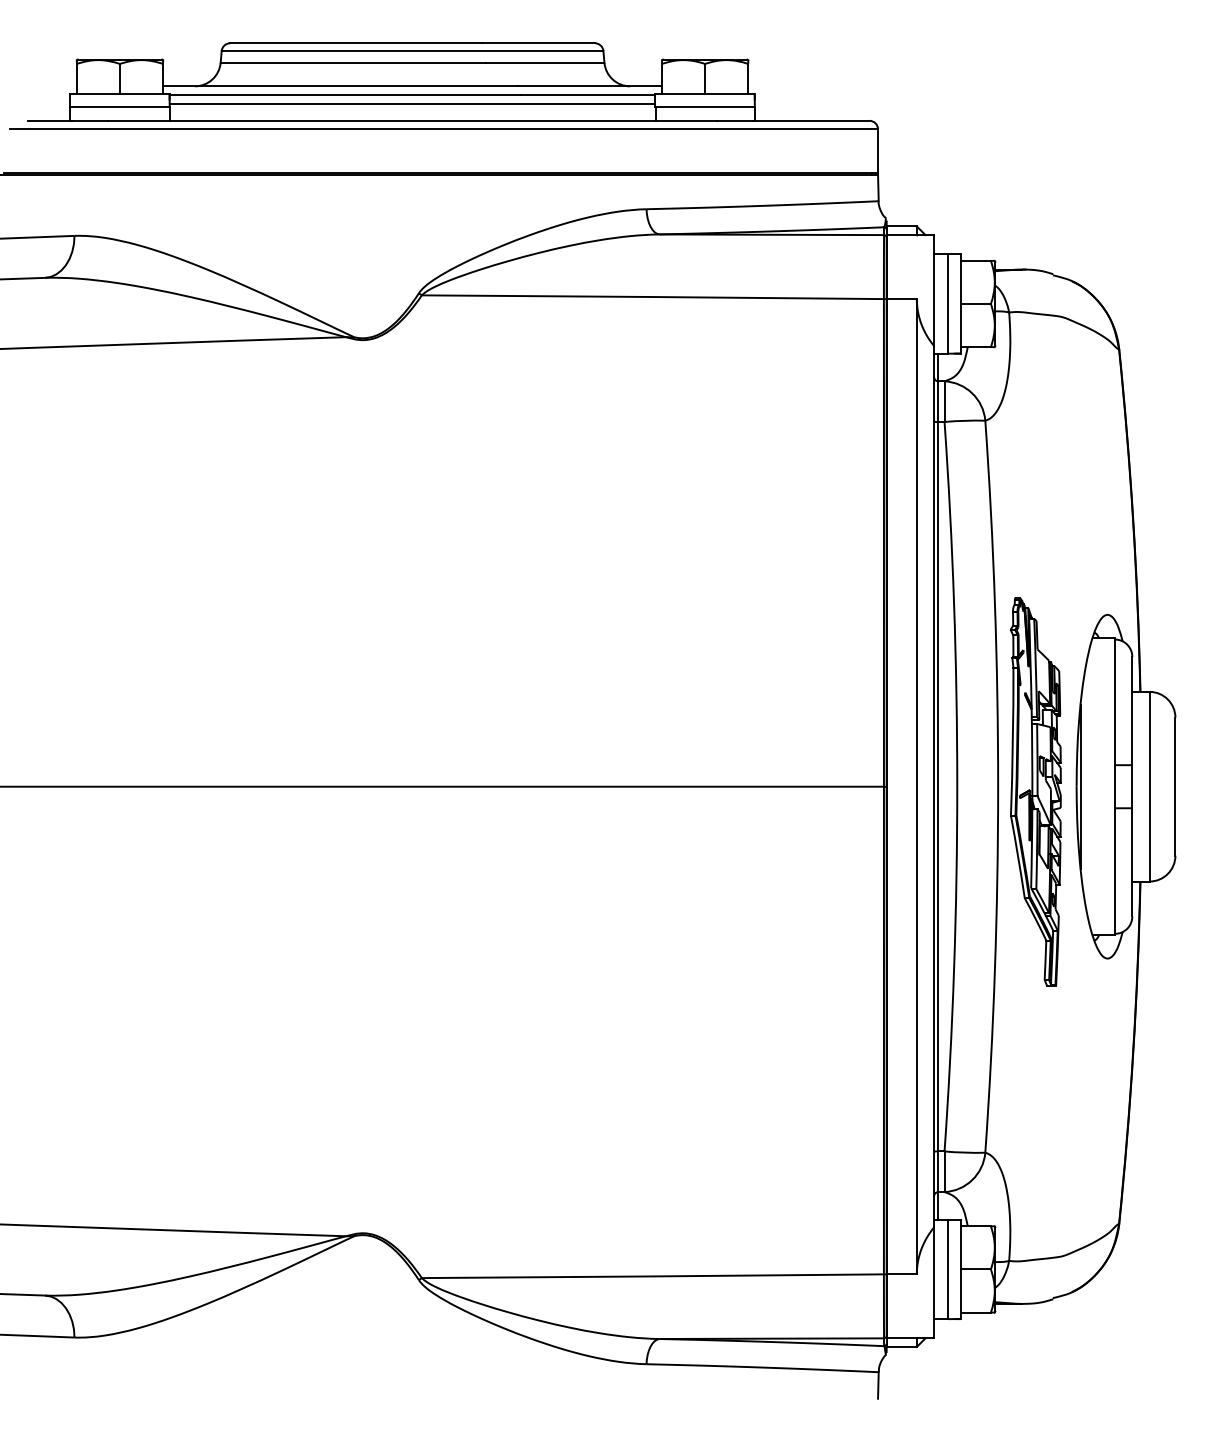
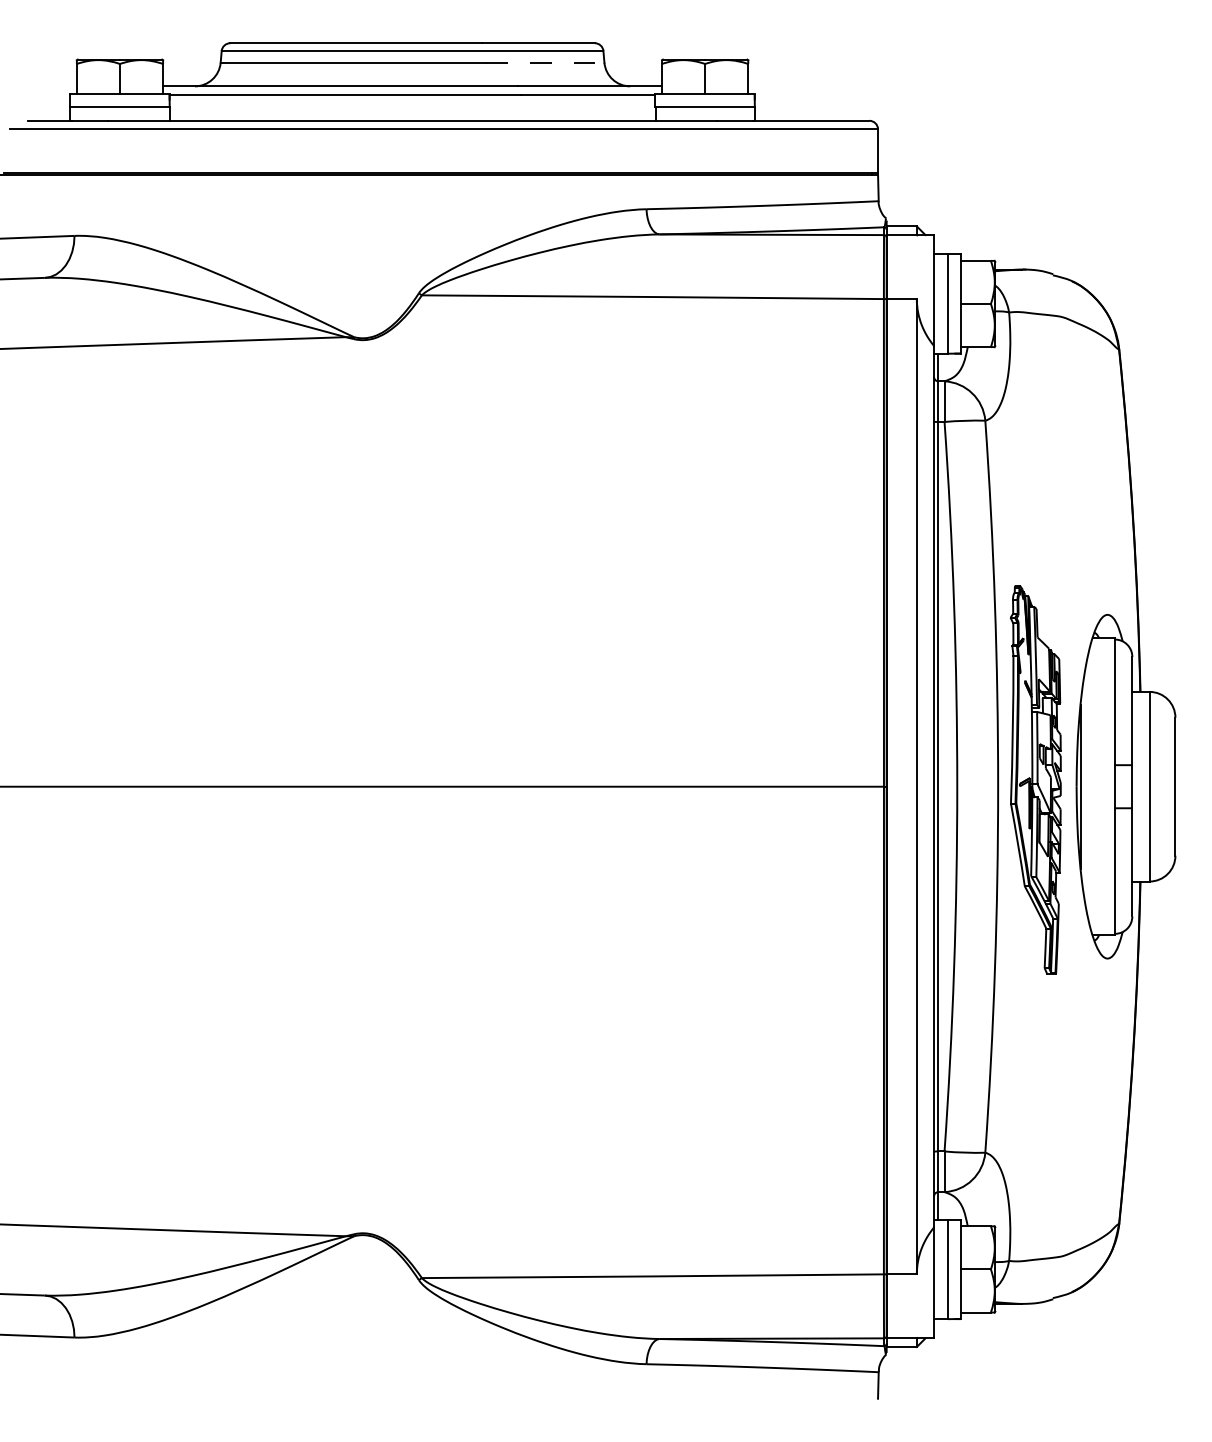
line at (545, 62): solid -> dashed
line at (412, 104): present -> none
part at (1035, 791) position: (1035, 791) -> (1035, 779)
